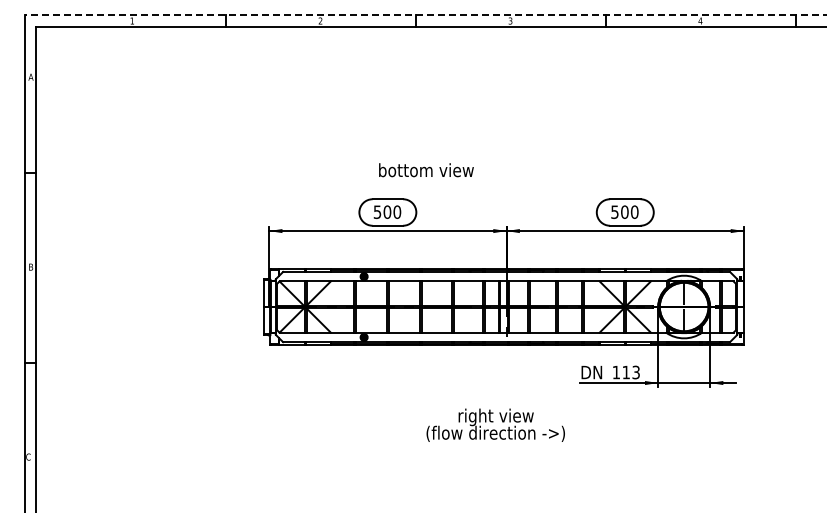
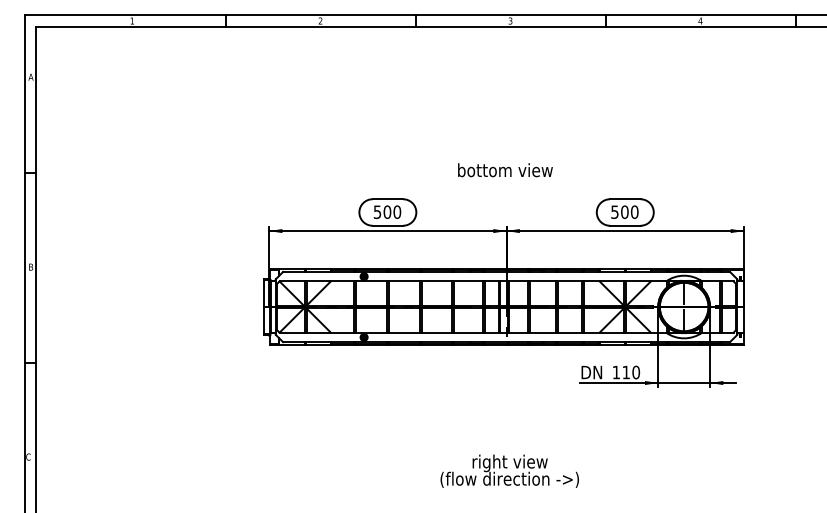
line at (425, 15): dashed -> solid
text at (426, 170) position: (426, 170) -> (505, 170)
text at (636, 372): 113 -> 110
text at (495, 424) position: (495, 424) -> (509, 470)
